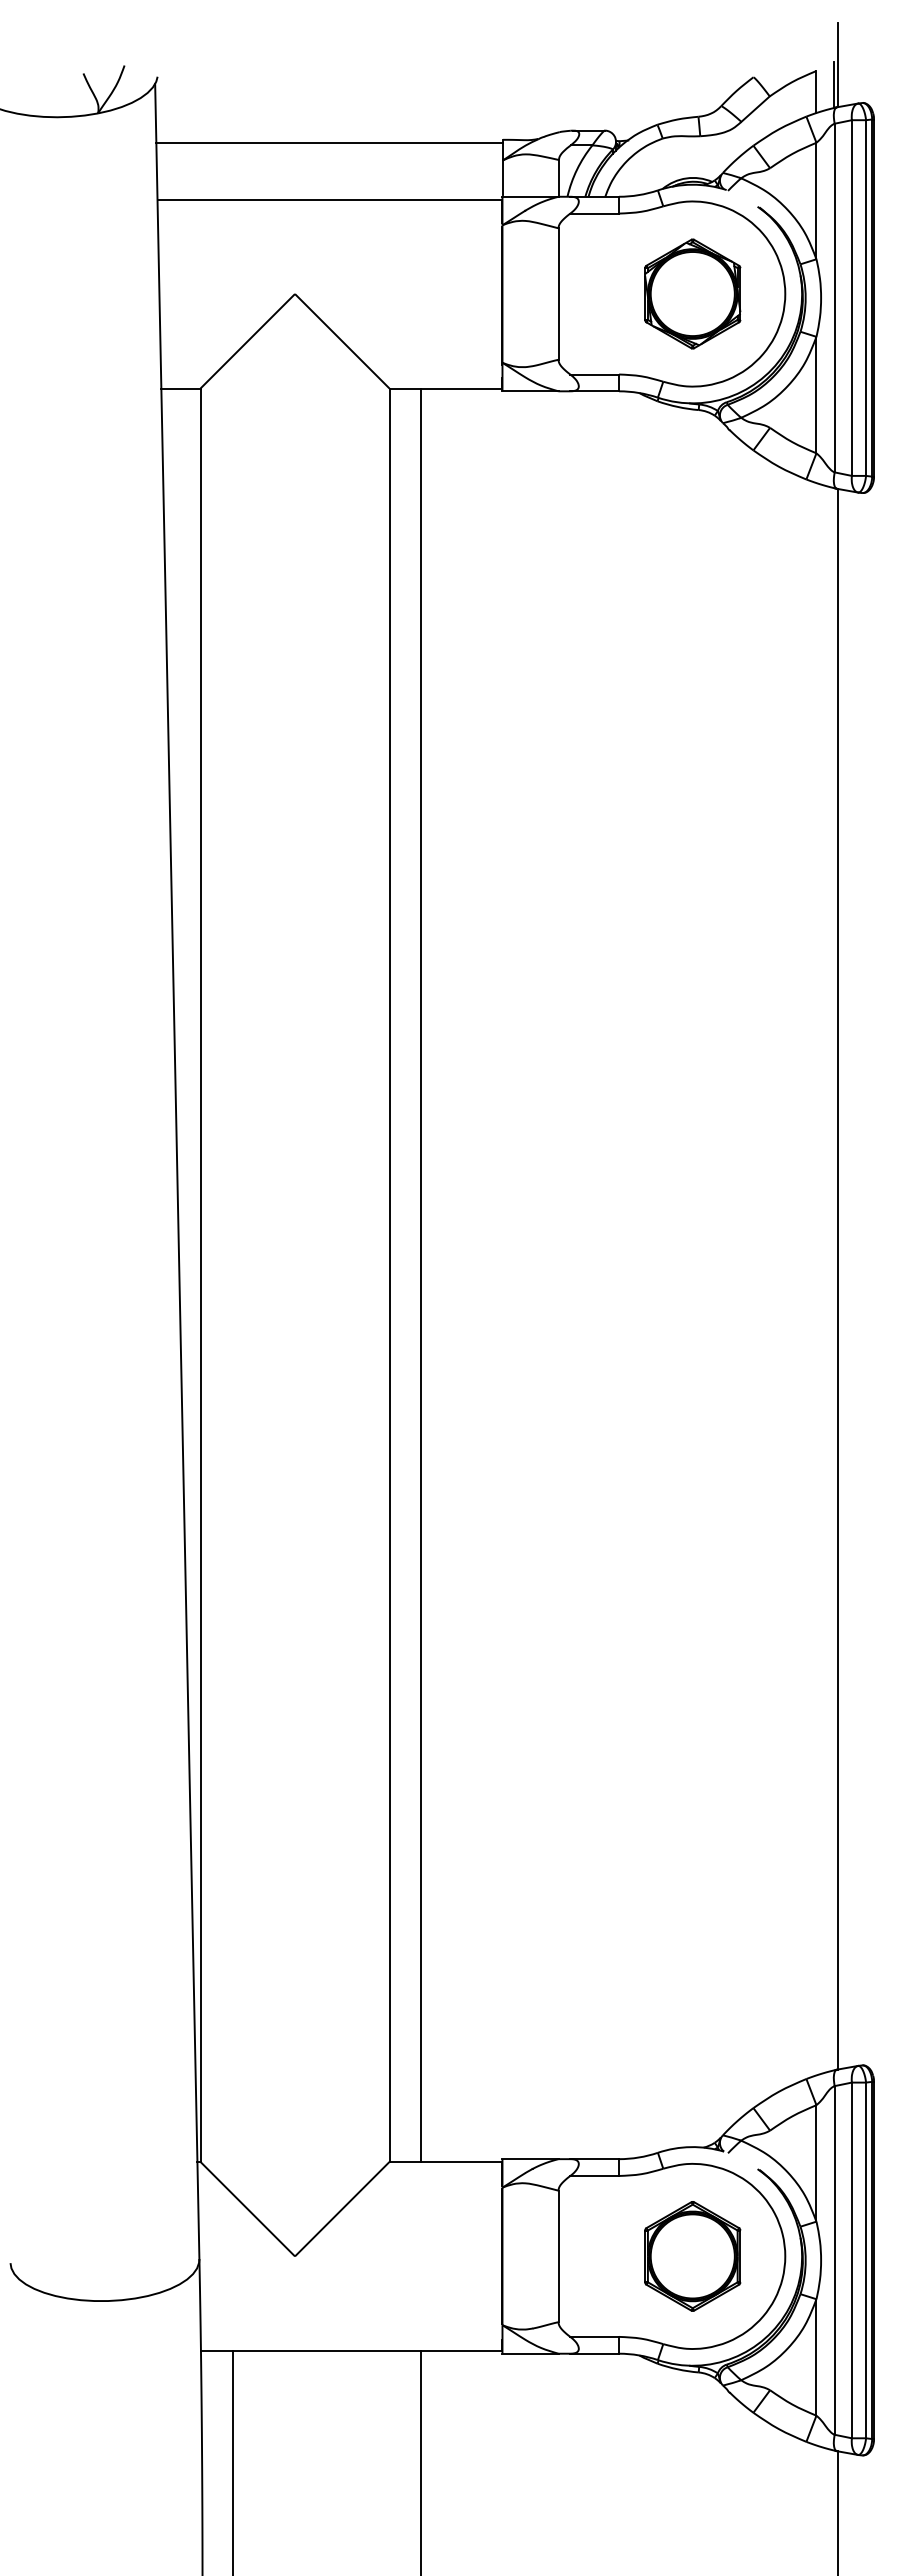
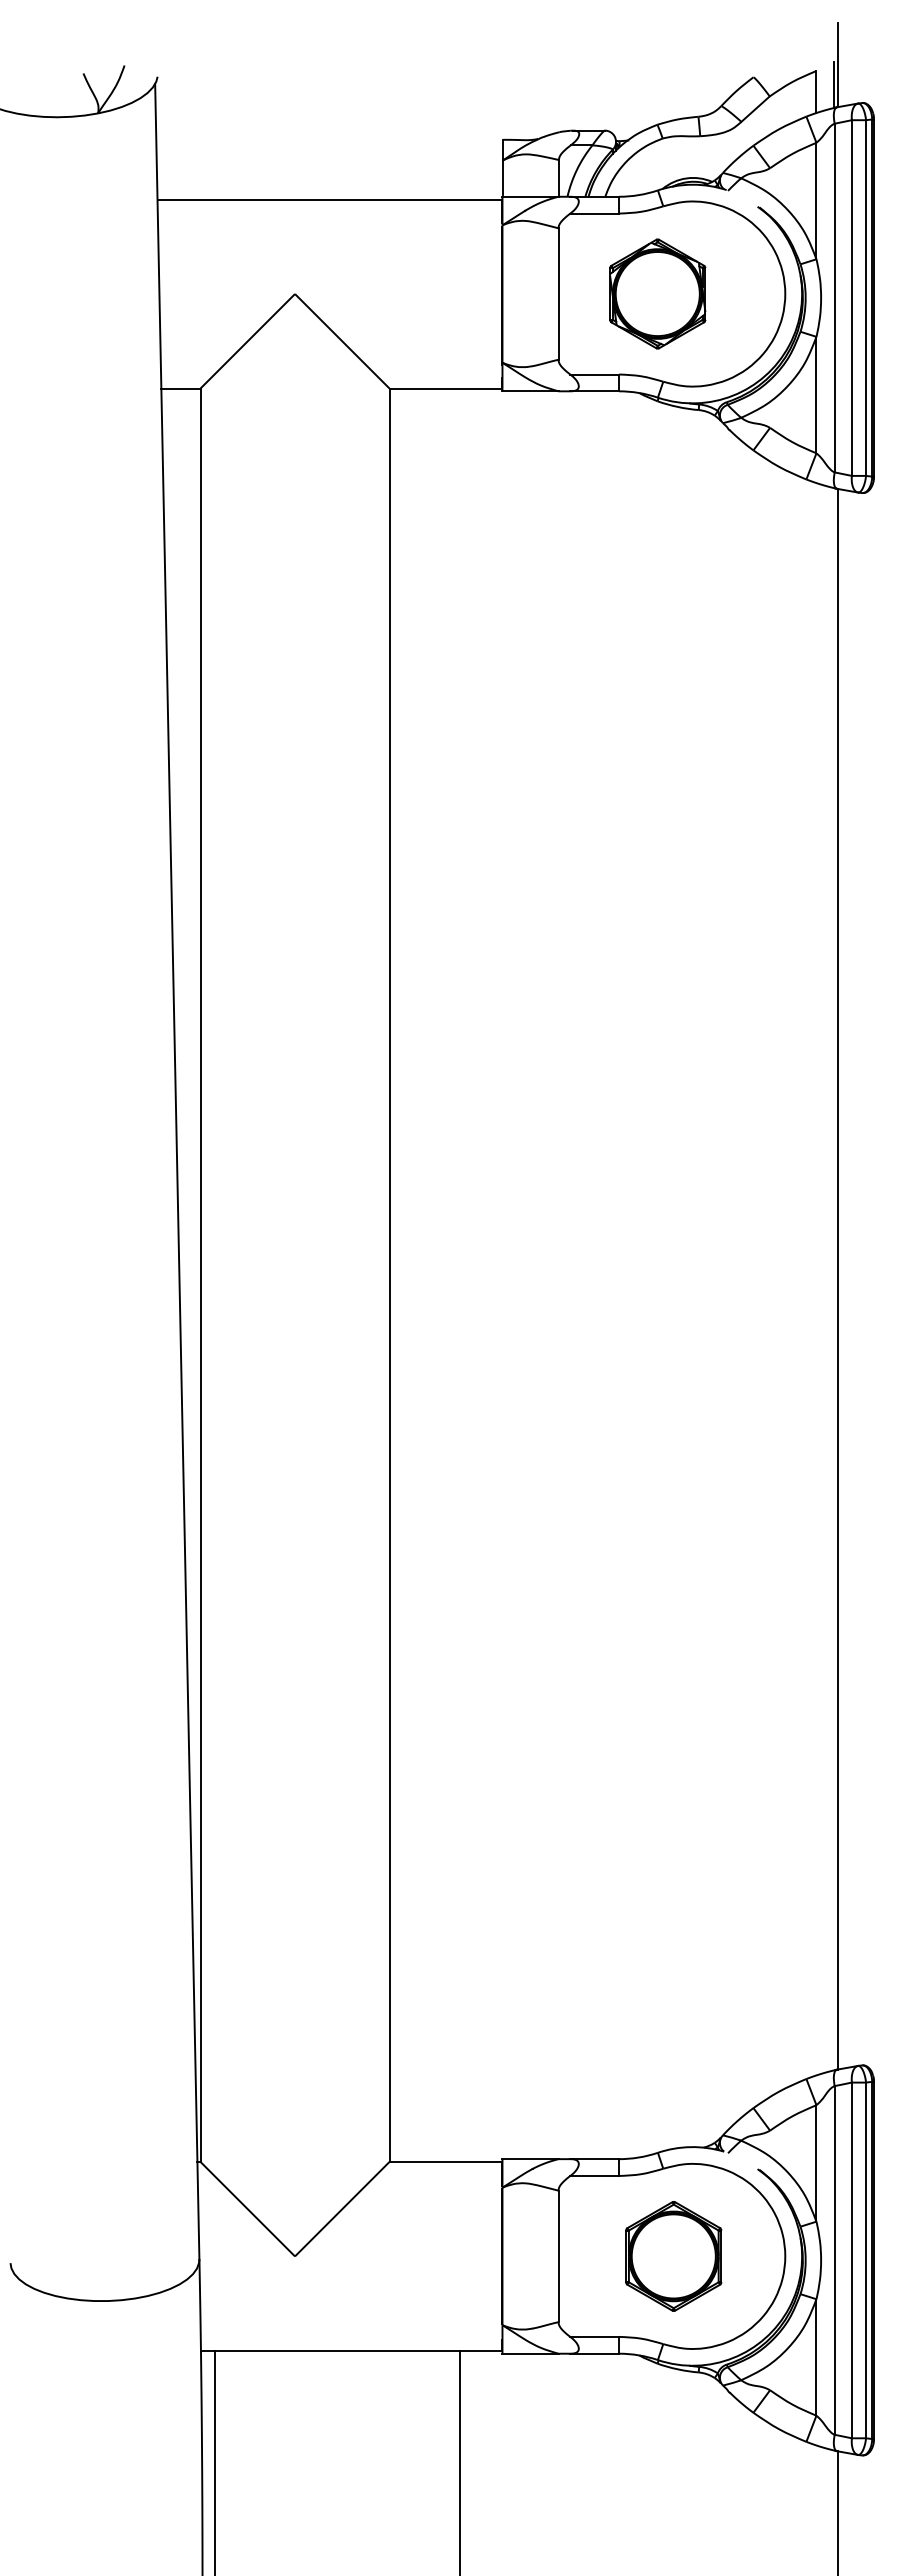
line at (329, 142): present -> none
part at (692, 293) position: (692, 293) -> (657, 293)
line at (421, 1274): present -> none
part at (692, 2256) position: (692, 2256) -> (673, 2256)
line at (232, 2461) position: (232, 2461) -> (214, 2461)
line at (421, 2461) position: (421, 2461) -> (460, 2461)
